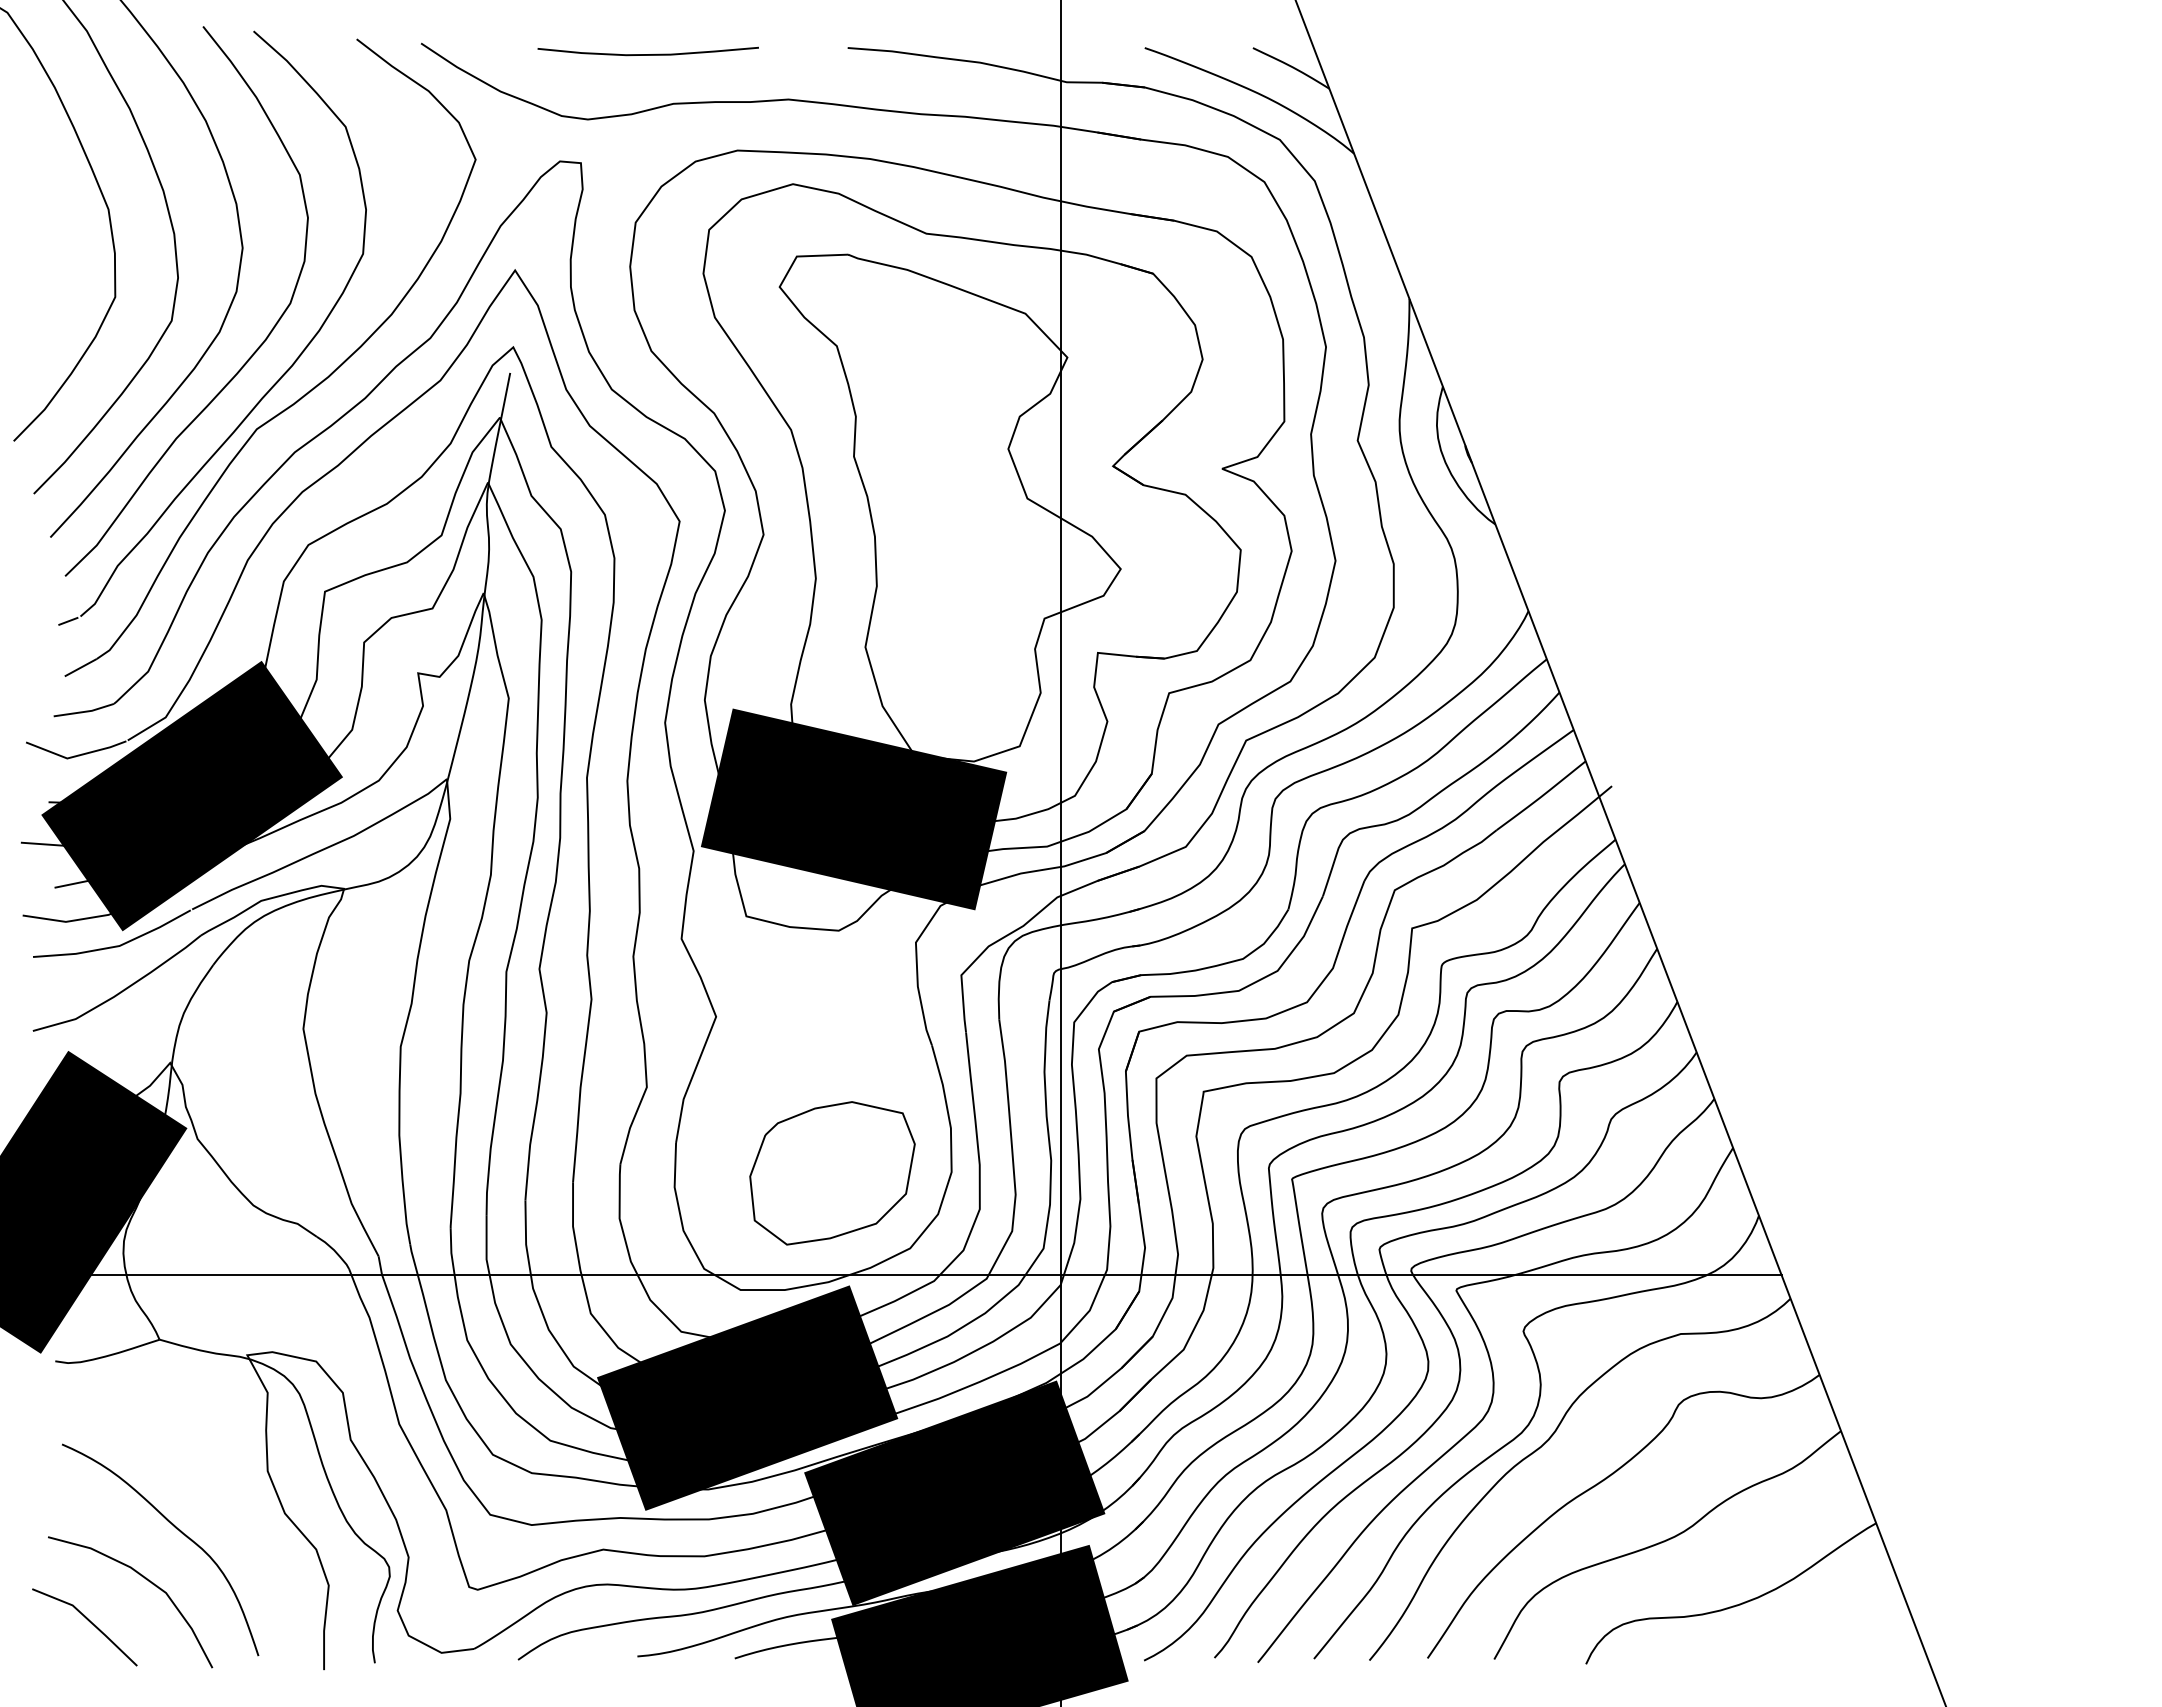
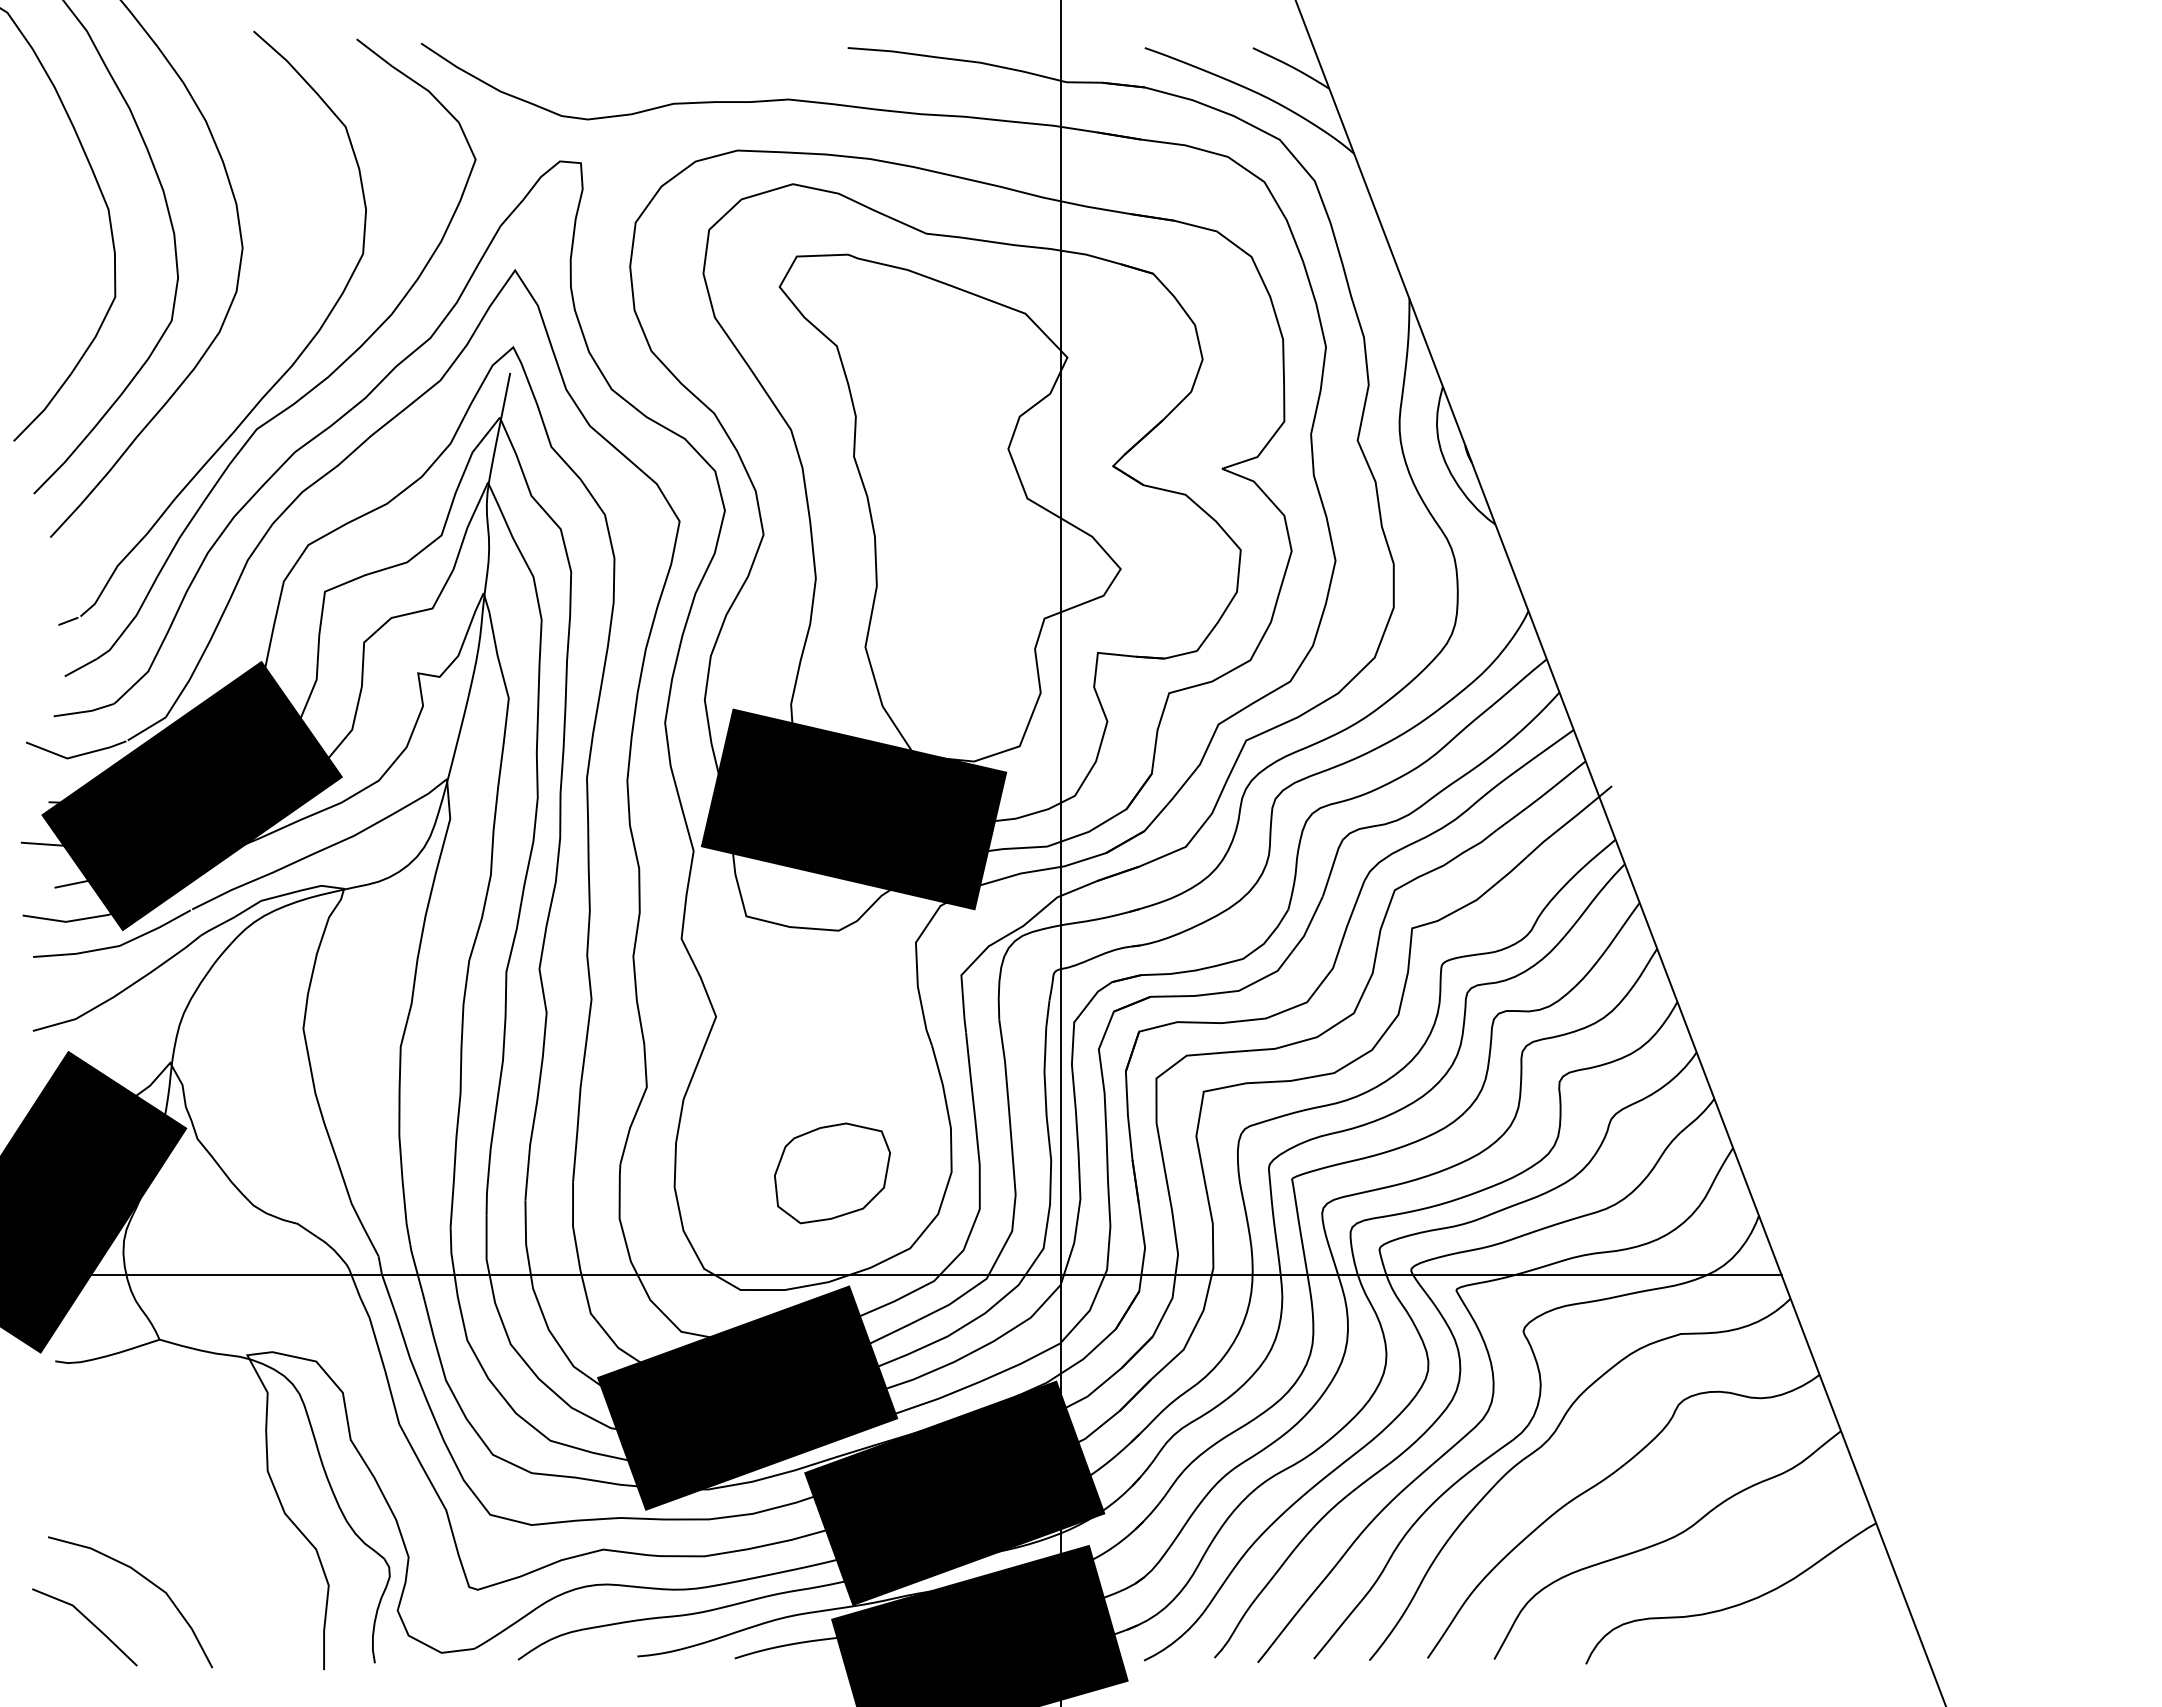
curve at (647, 54): present -> none
curve at (252, 353): present -> none
part at (832, 1173) size: 167x145 px -> 117x103 px
curve at (176, 1529): present -> none
